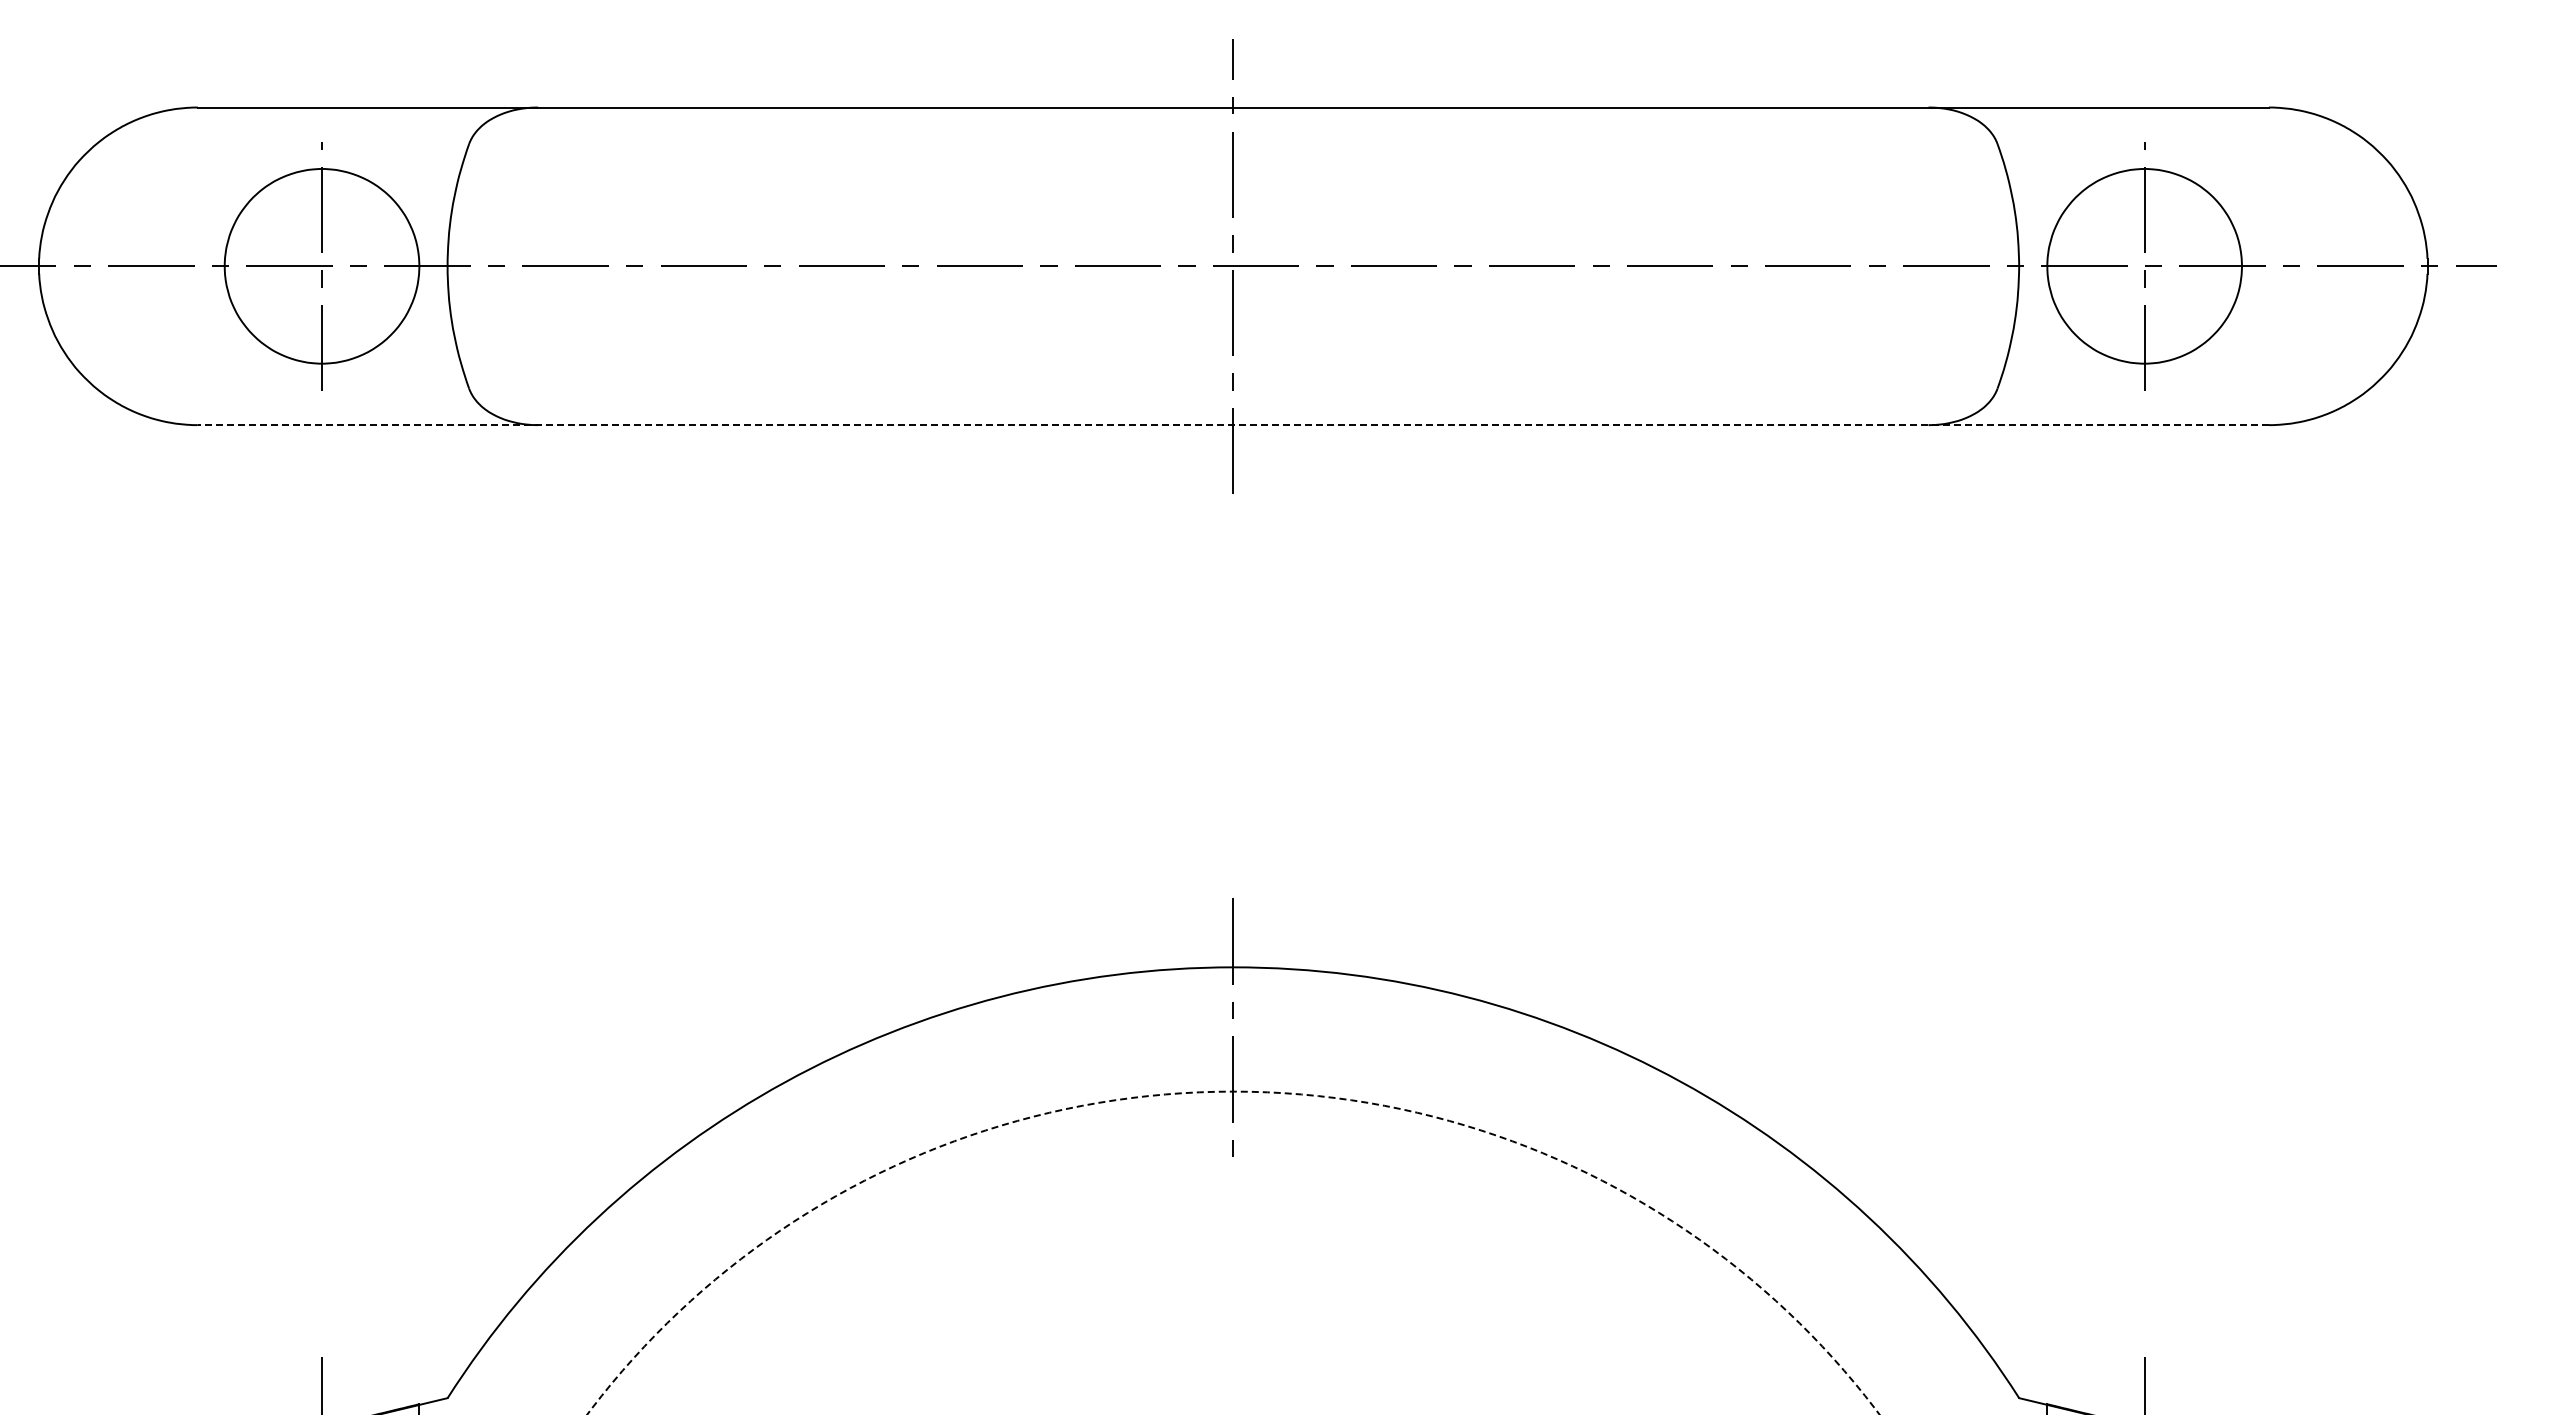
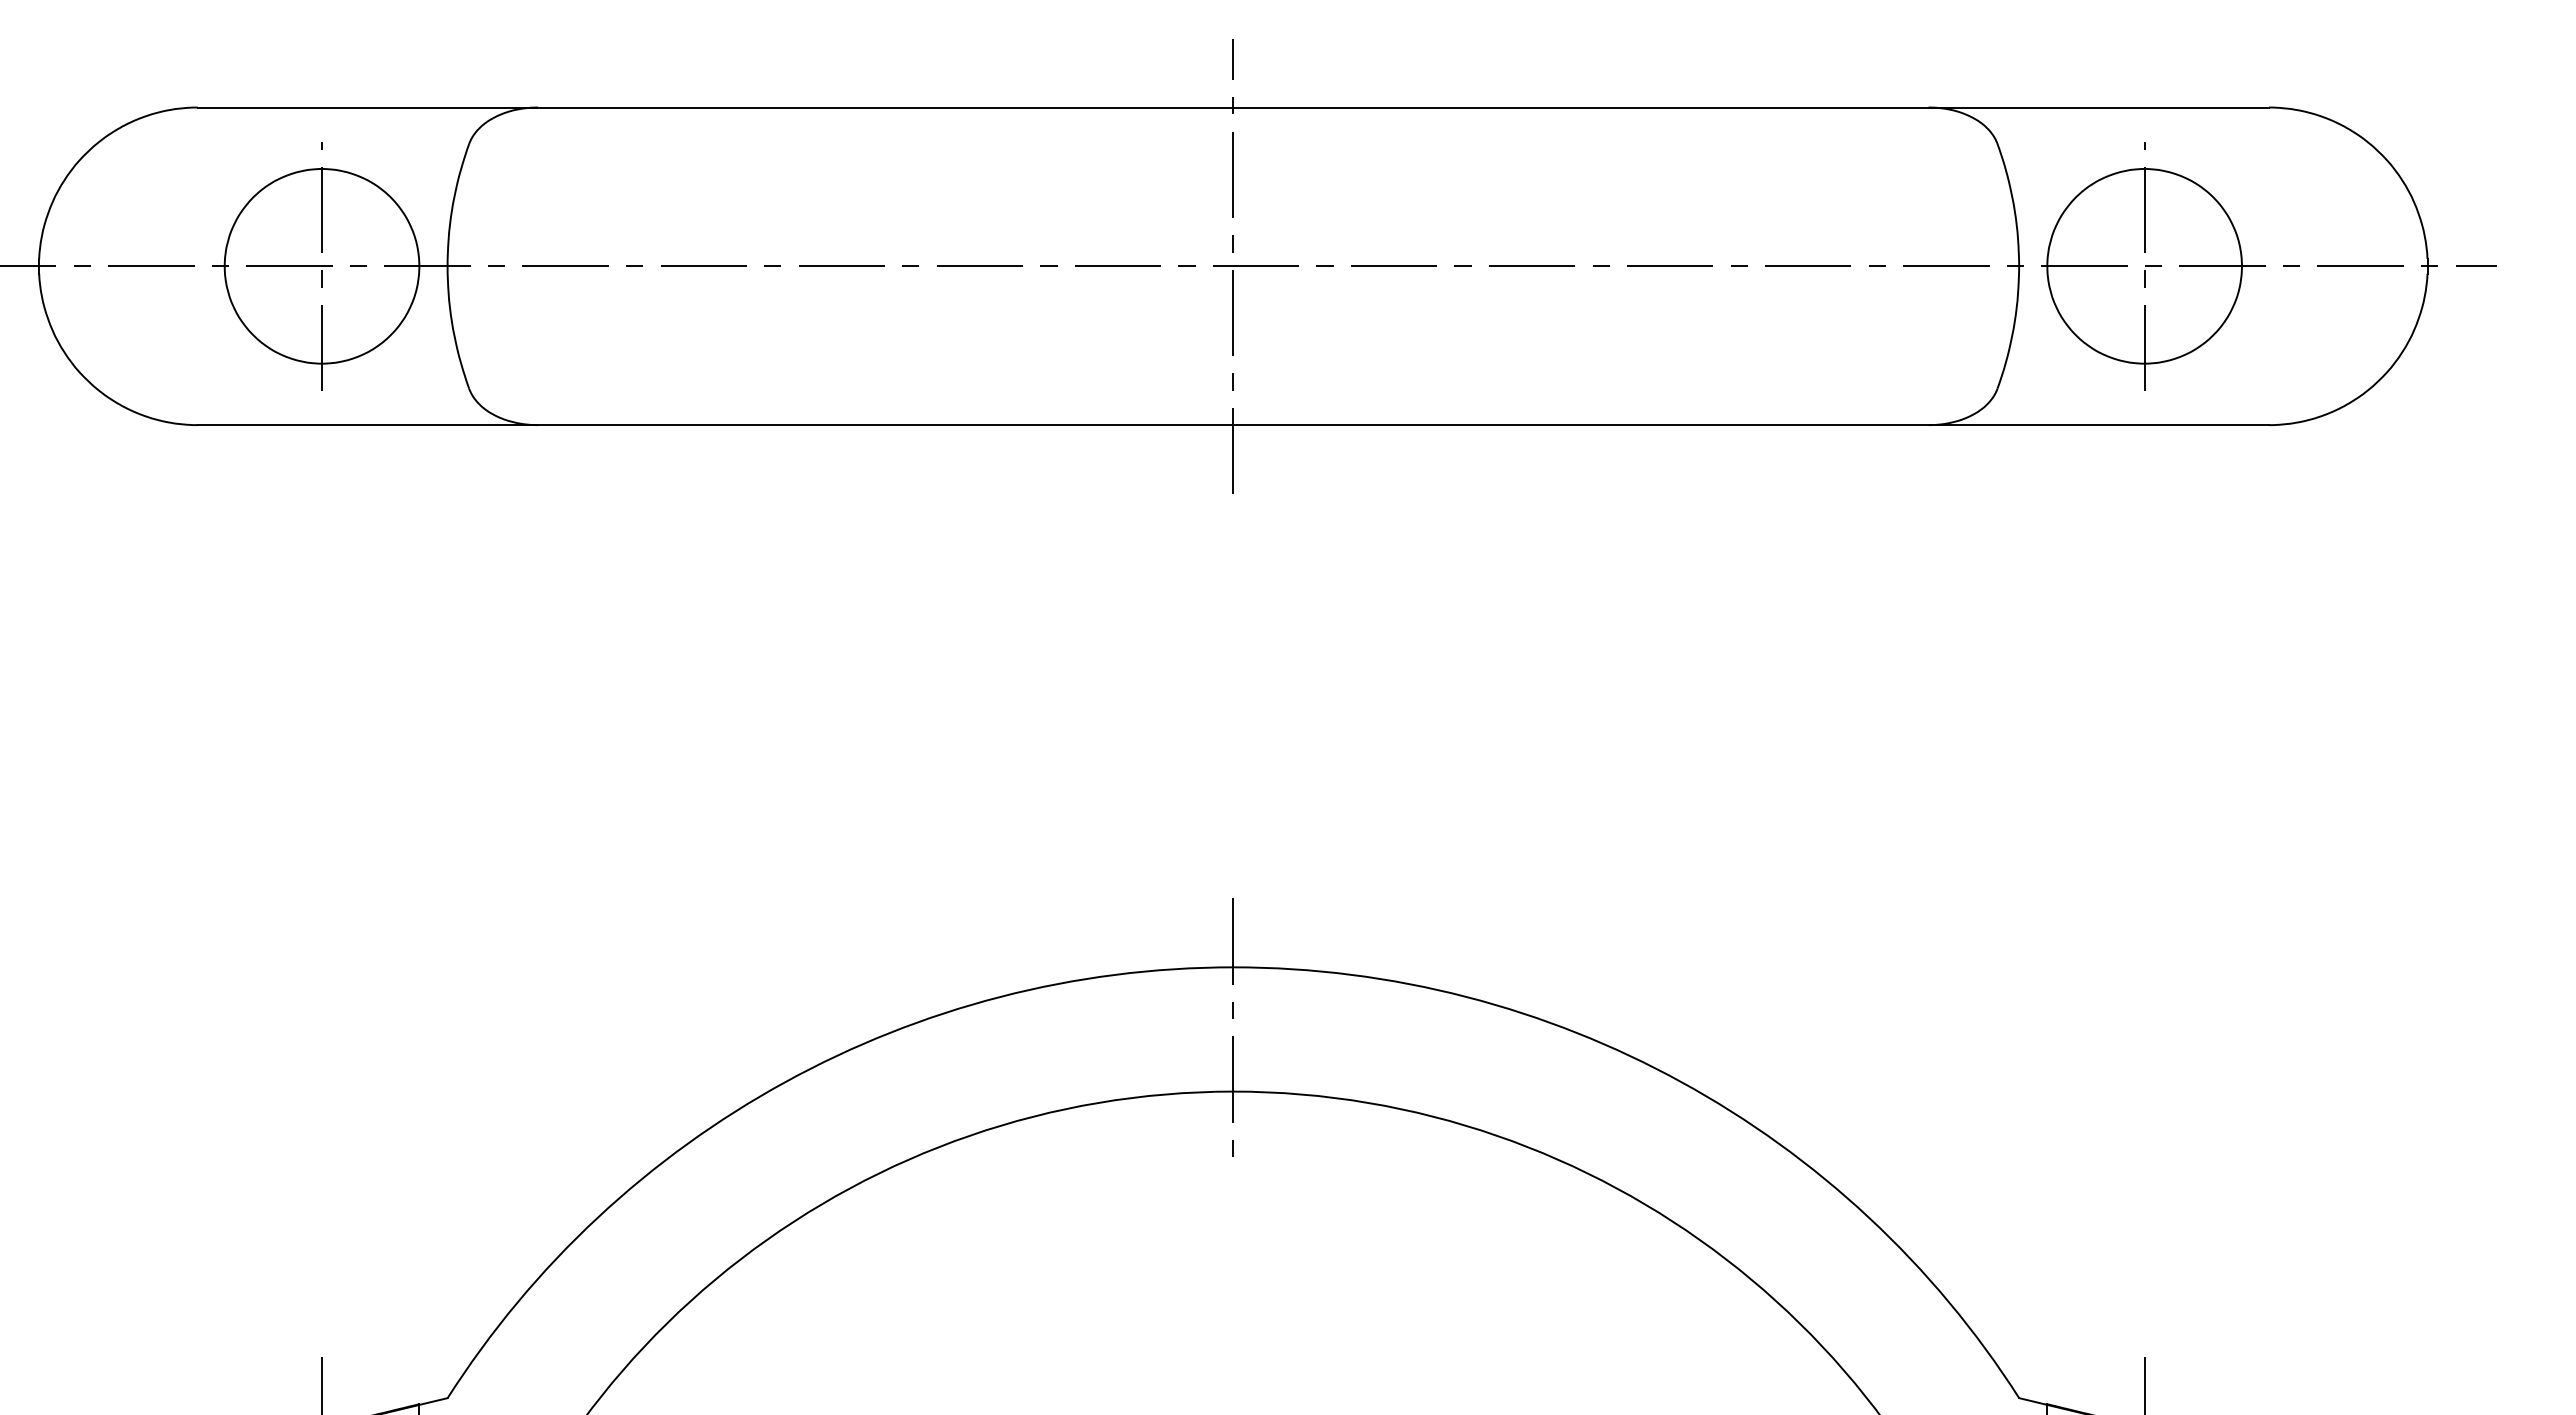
line at (1233, 425): dashed -> solid
arc at (1233, 1091): dashed -> solid
